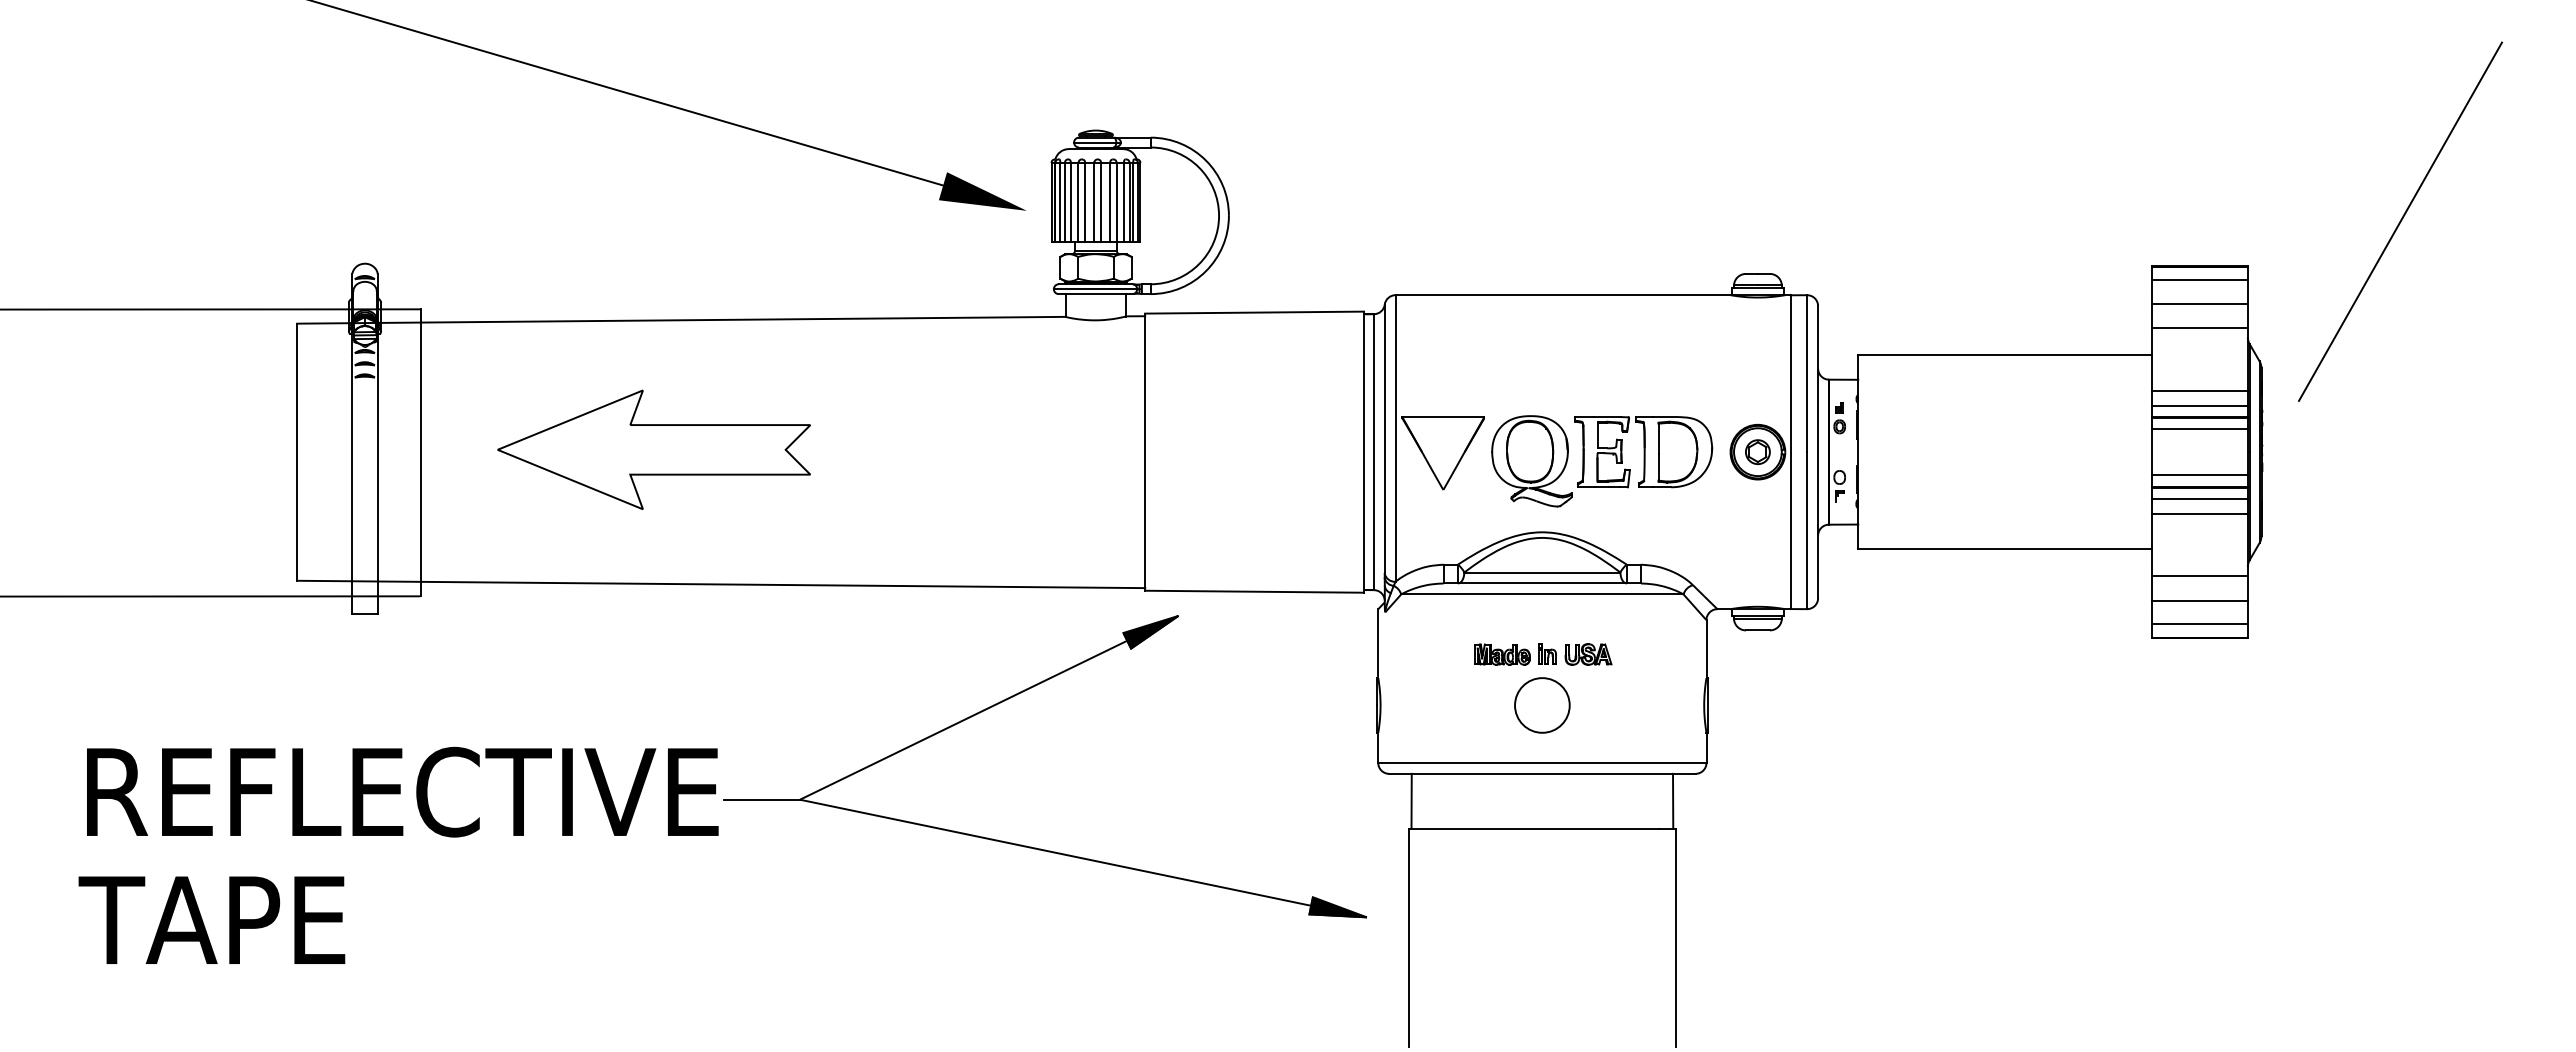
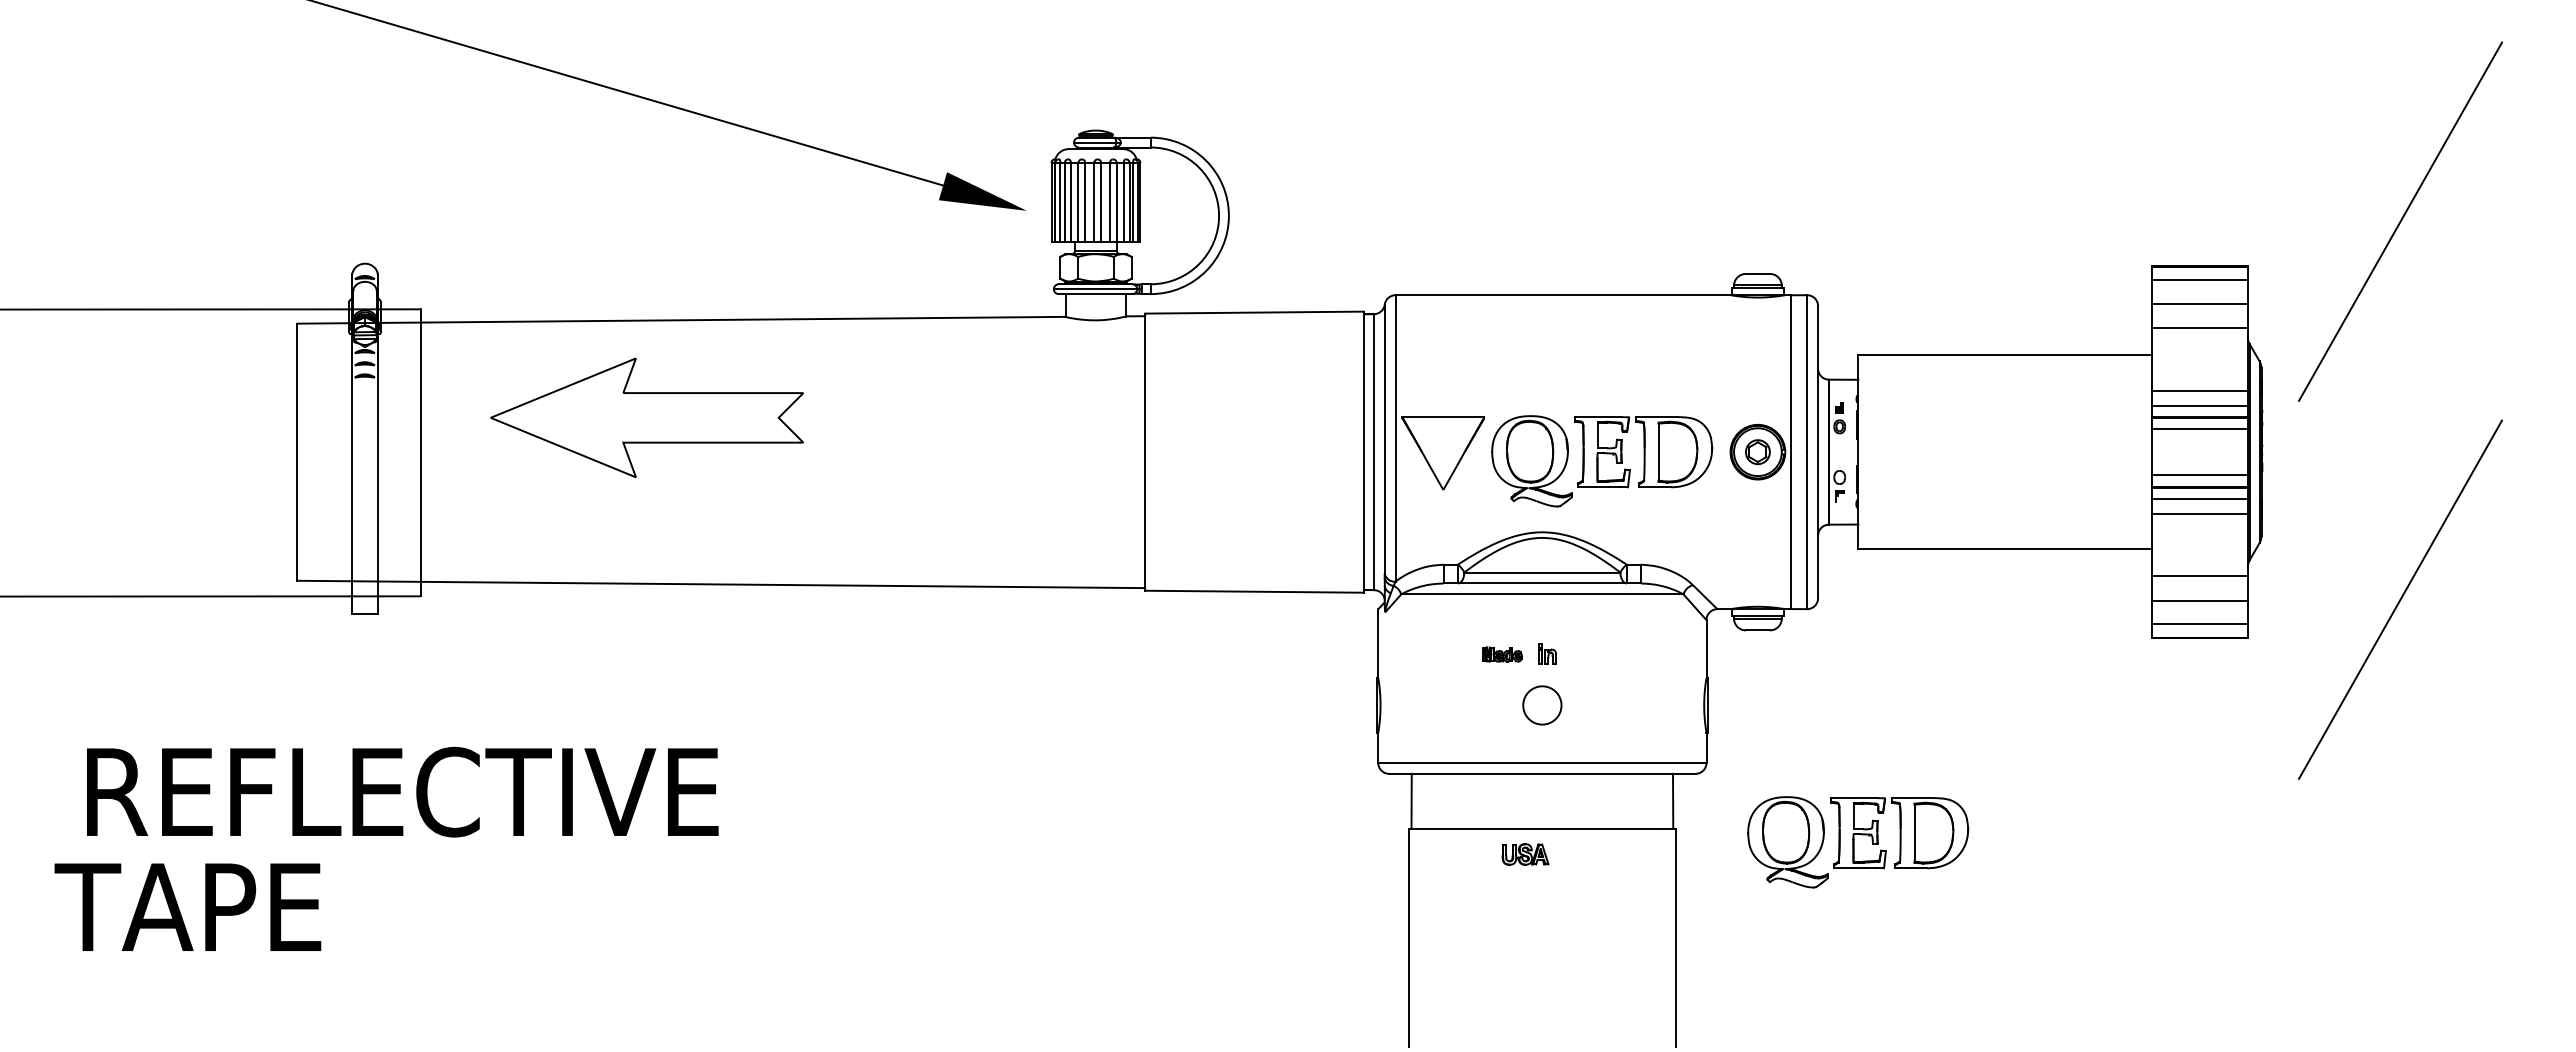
part at (653, 449) position: (653, 449) -> (646, 417)
line at (2400, 599): none -> present
part at (1502, 654) size: 57x23 px -> 41x17 px
part at (1588, 654) position: (1588, 654) -> (1525, 854)
part at (1013, 697): present -> none
circle at (1542, 705) diameter: 55 px -> 38 px
part at (1858, 842): none -> present
text at (211, 919) position: (211, 919) -> (187, 906)
